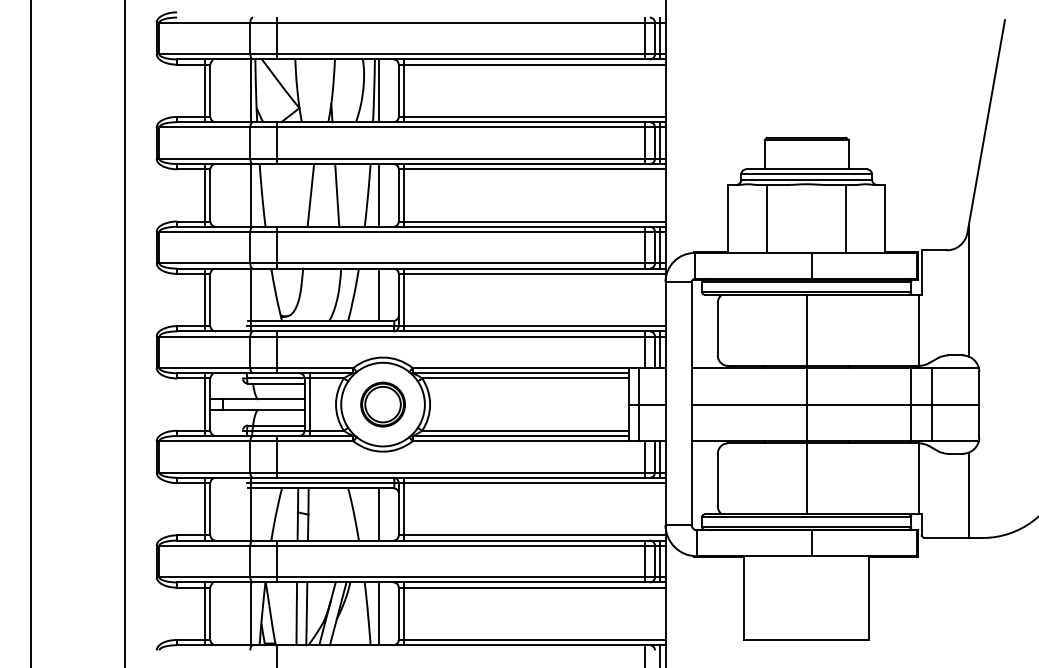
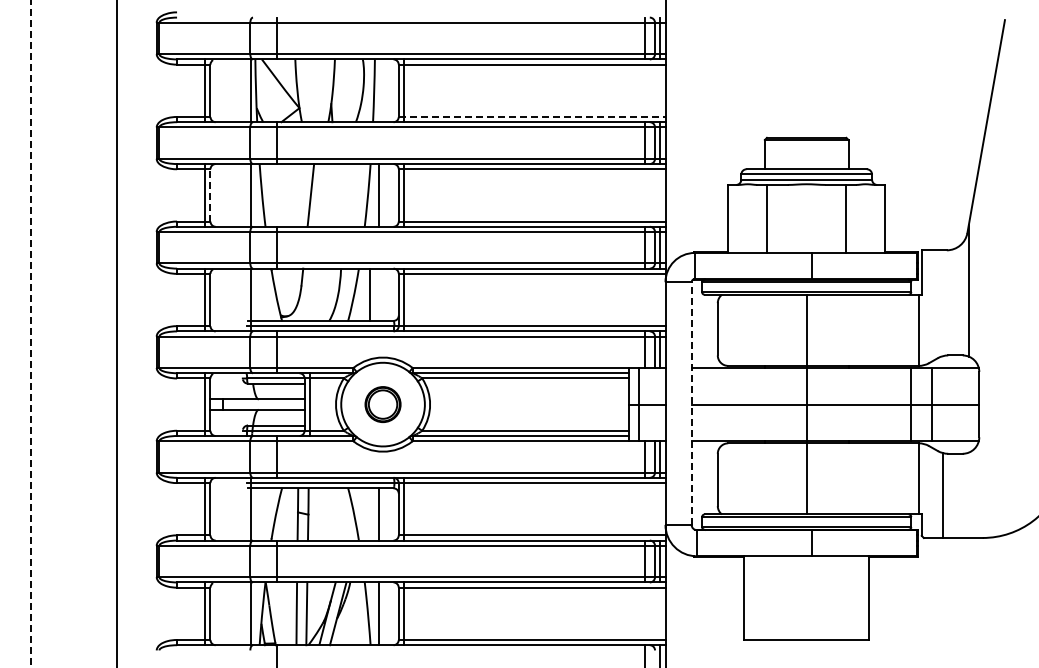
line at (378, 90): present -> none
line at (532, 116): solid -> dashed
line at (210, 194): solid -> dashed
line at (337, 195): present -> none
line at (378, 294) position: (378, 294) -> (369, 294)
line at (125, 333) position: (125, 333) -> (117, 333)
line at (31, 334): solid -> dashed
line at (691, 403): solid -> dashed
part at (382, 404) size: 46x47 px -> 38x37 px
line at (968, 494) position: (968, 494) -> (942, 494)
